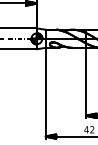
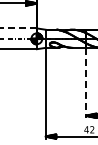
line at (18, 28): solid -> dashed
line at (86, 82): solid -> dashed
